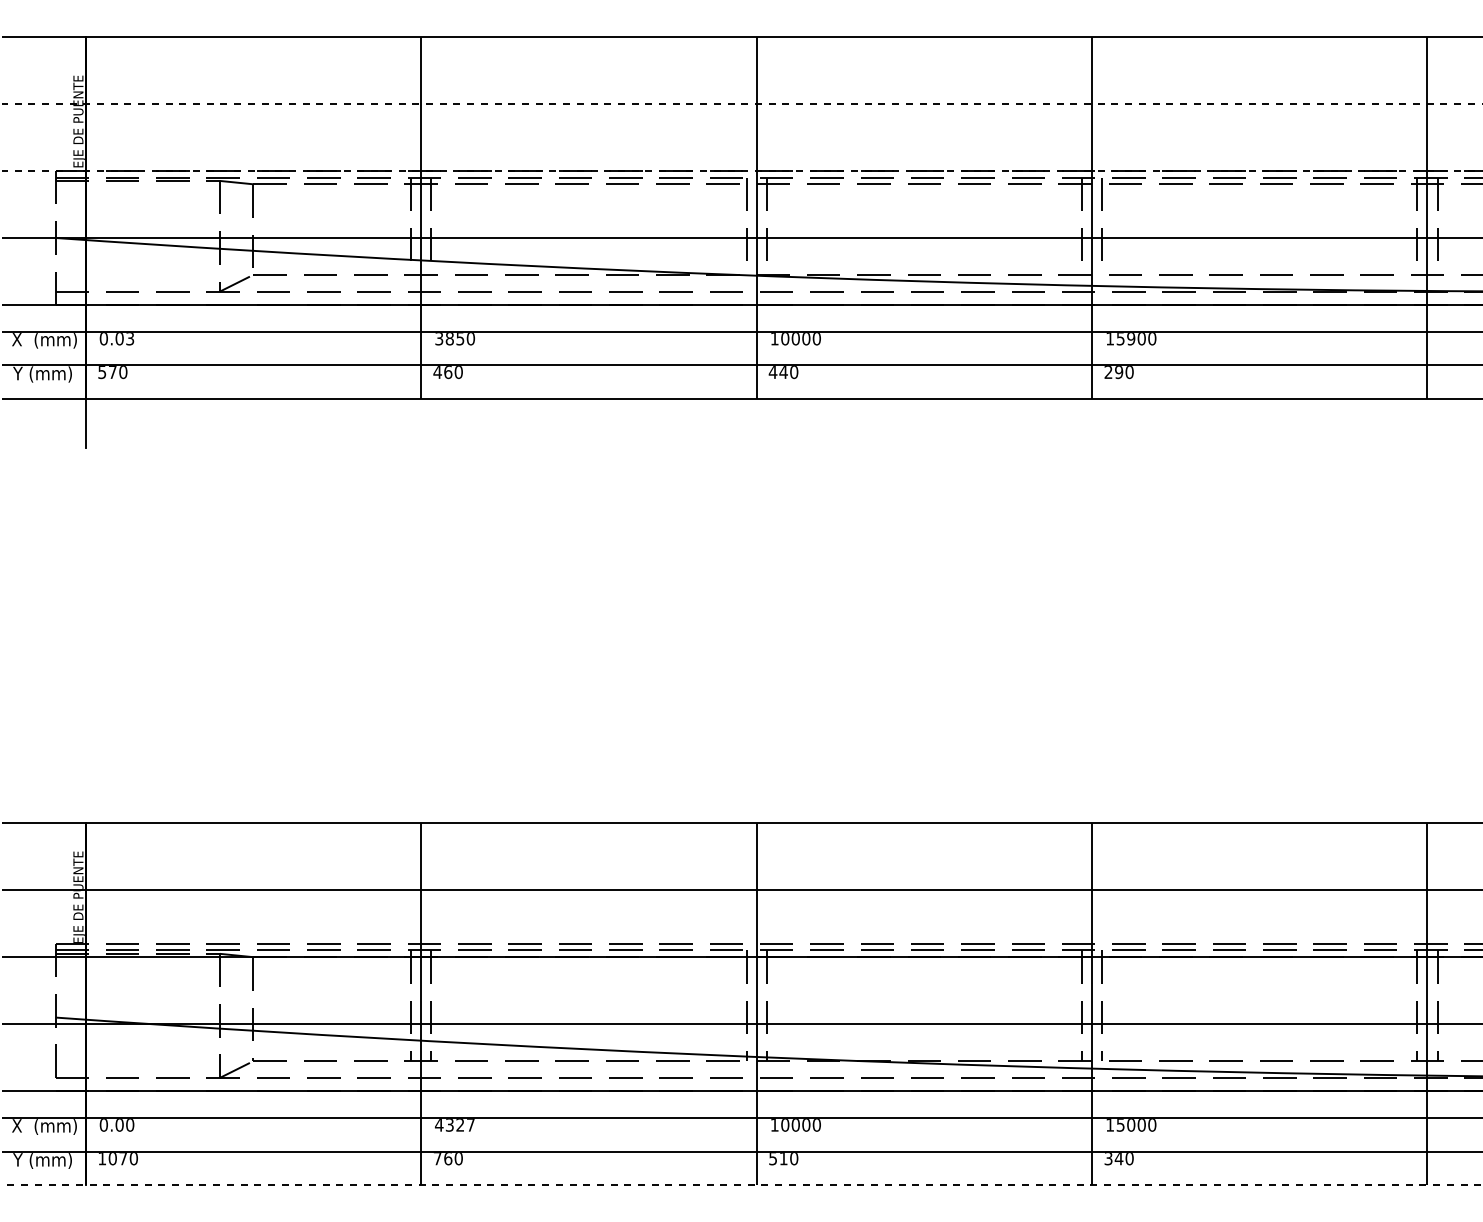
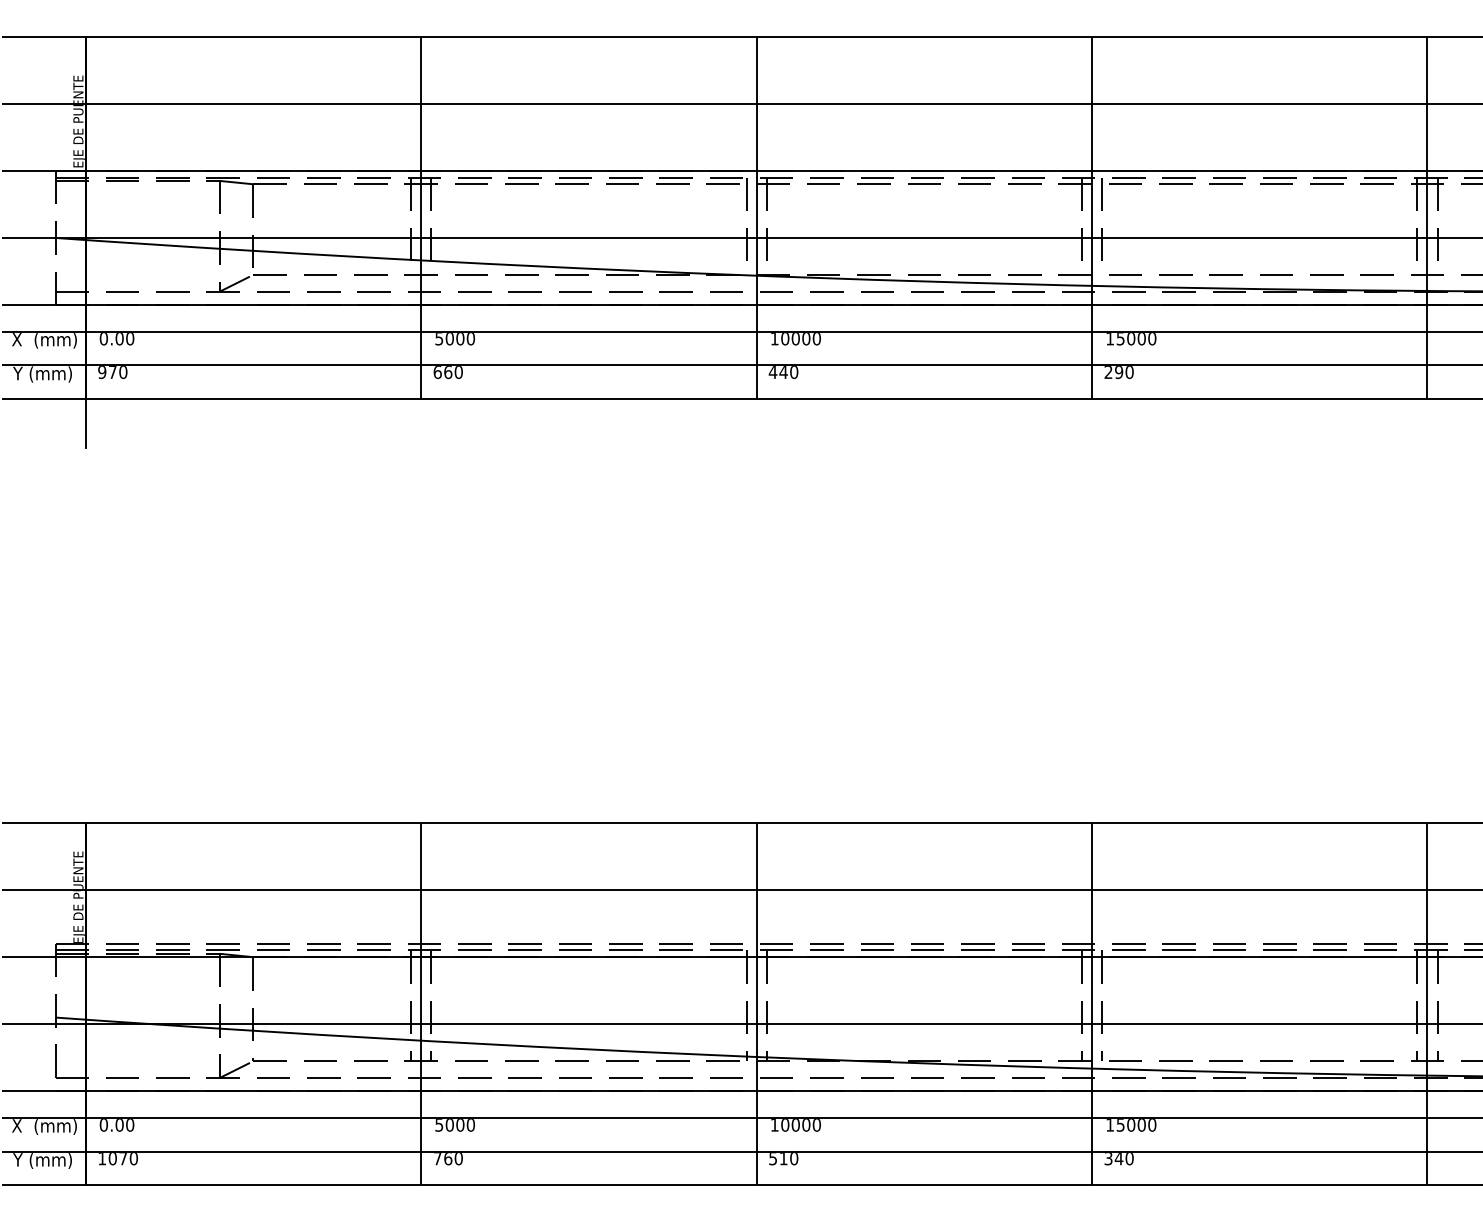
line at (741, 103): dashed -> solid
line at (741, 170): dashed -> solid
text at (130, 339): 0.03 -> 0.00
text at (449, 339): 3850 -> 5000
text at (1131, 339): 15900 -> 15000
text at (102, 372): 570 -> 970
text at (437, 372): 460 -> 660
text at (454, 1125): 4327 -> 5000
line at (741, 1185): dashed -> solid
